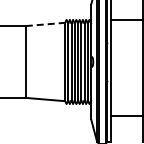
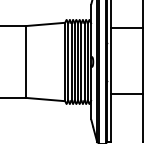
line at (125, 20) position: (125, 20) -> (125, 28)
line at (45, 24): dashed -> solid
line at (125, 115) position: (125, 115) -> (125, 93)
